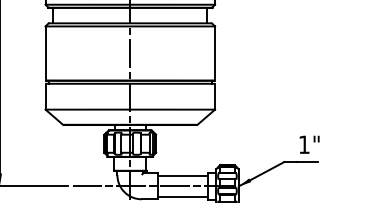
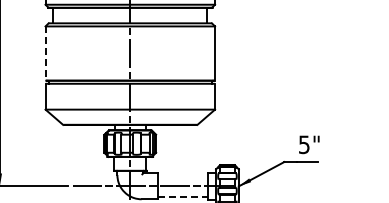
line at (45, 54): solid -> dashed
text at (304, 144): 1" -> 5"
line at (182, 176): present -> none
line at (183, 196): solid -> dashed
